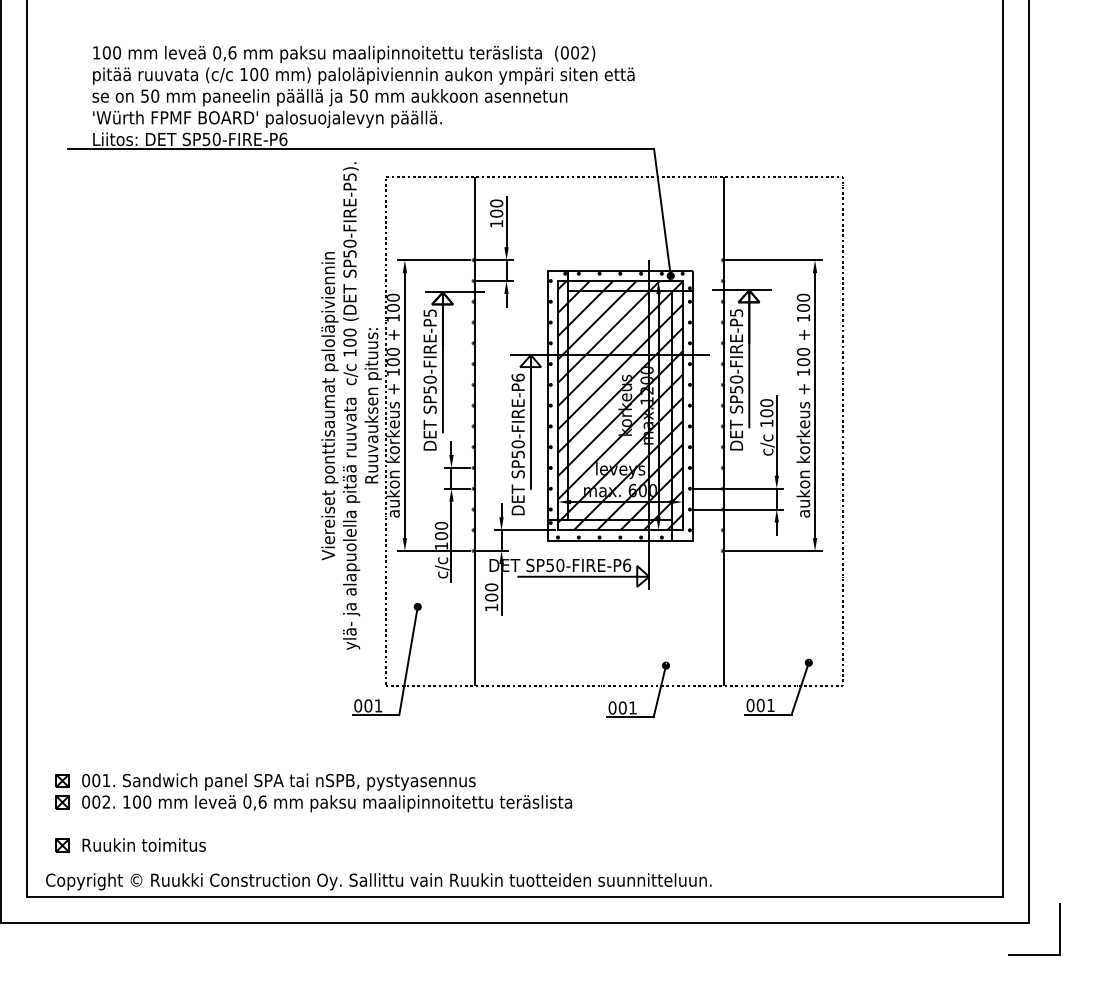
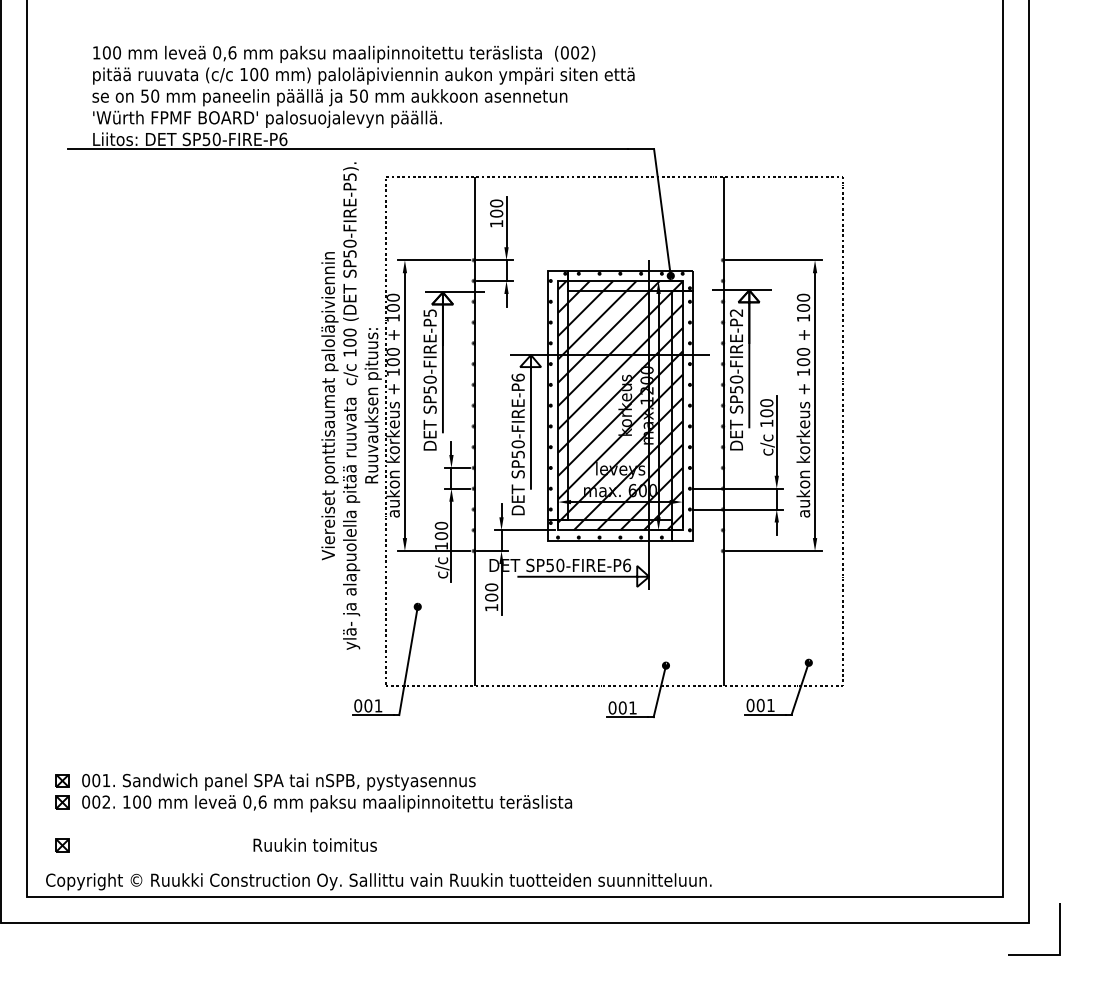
text at (736, 312): SP50-FIRE-P5 -> SP50-FIRE-P2
text at (143, 844) position: (143, 844) -> (314, 844)
